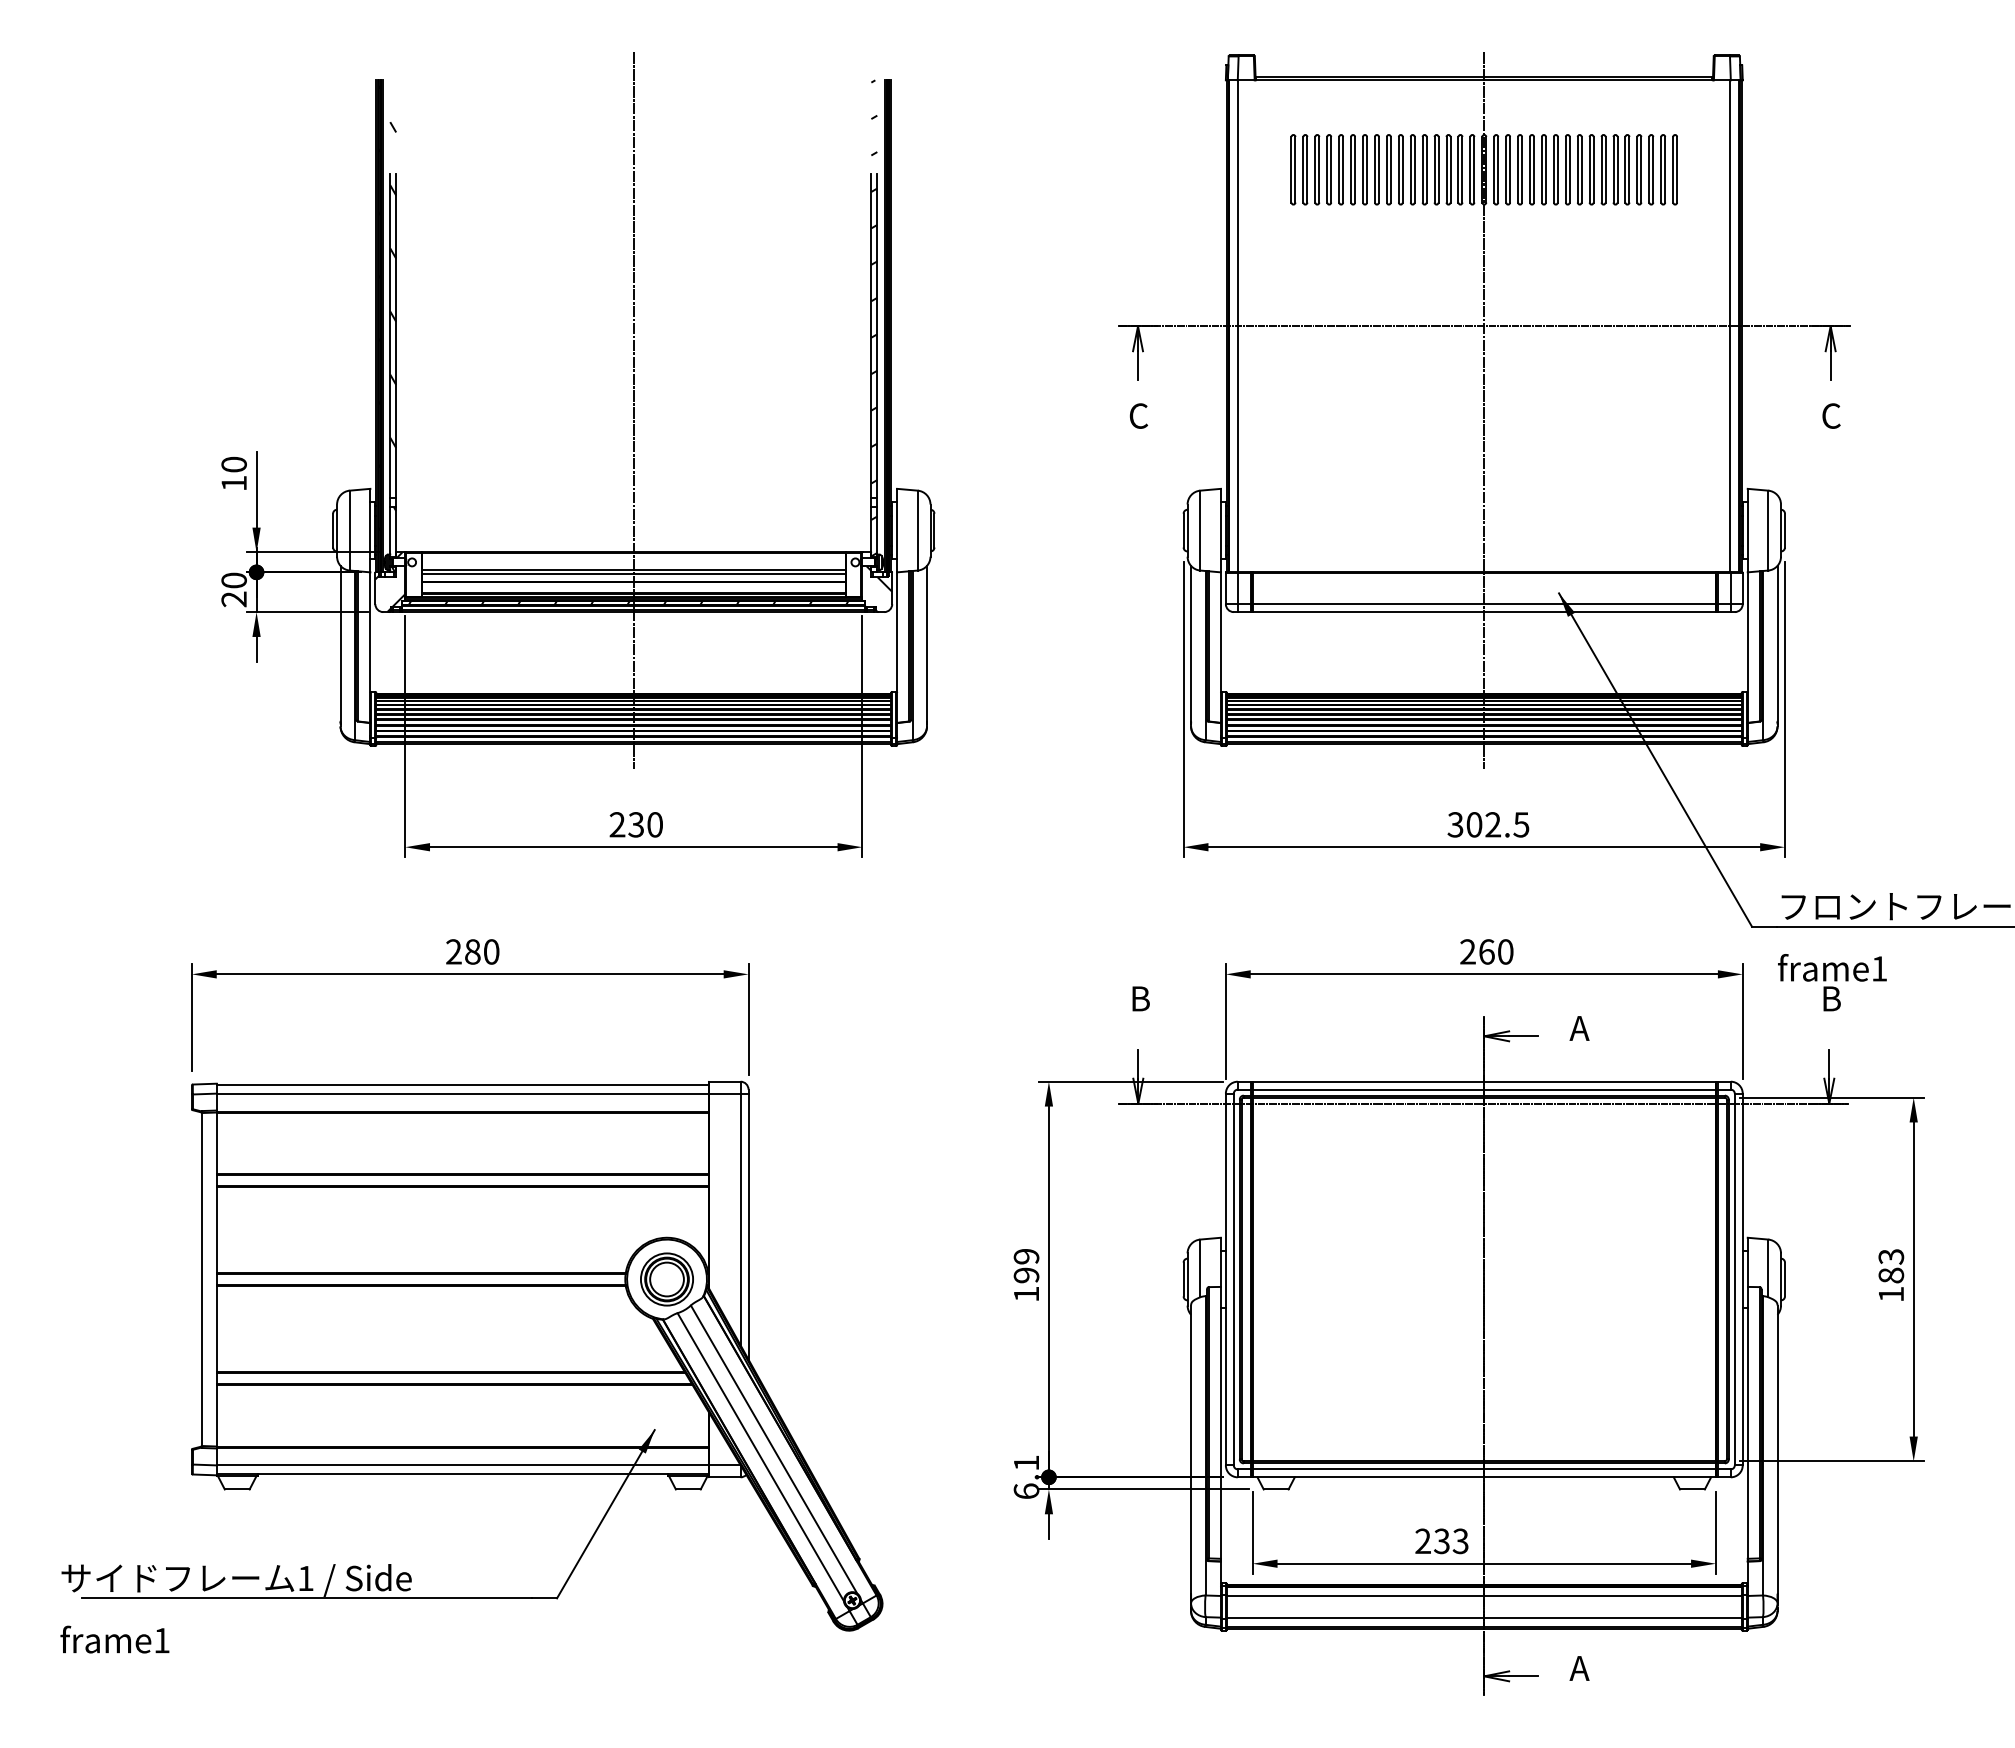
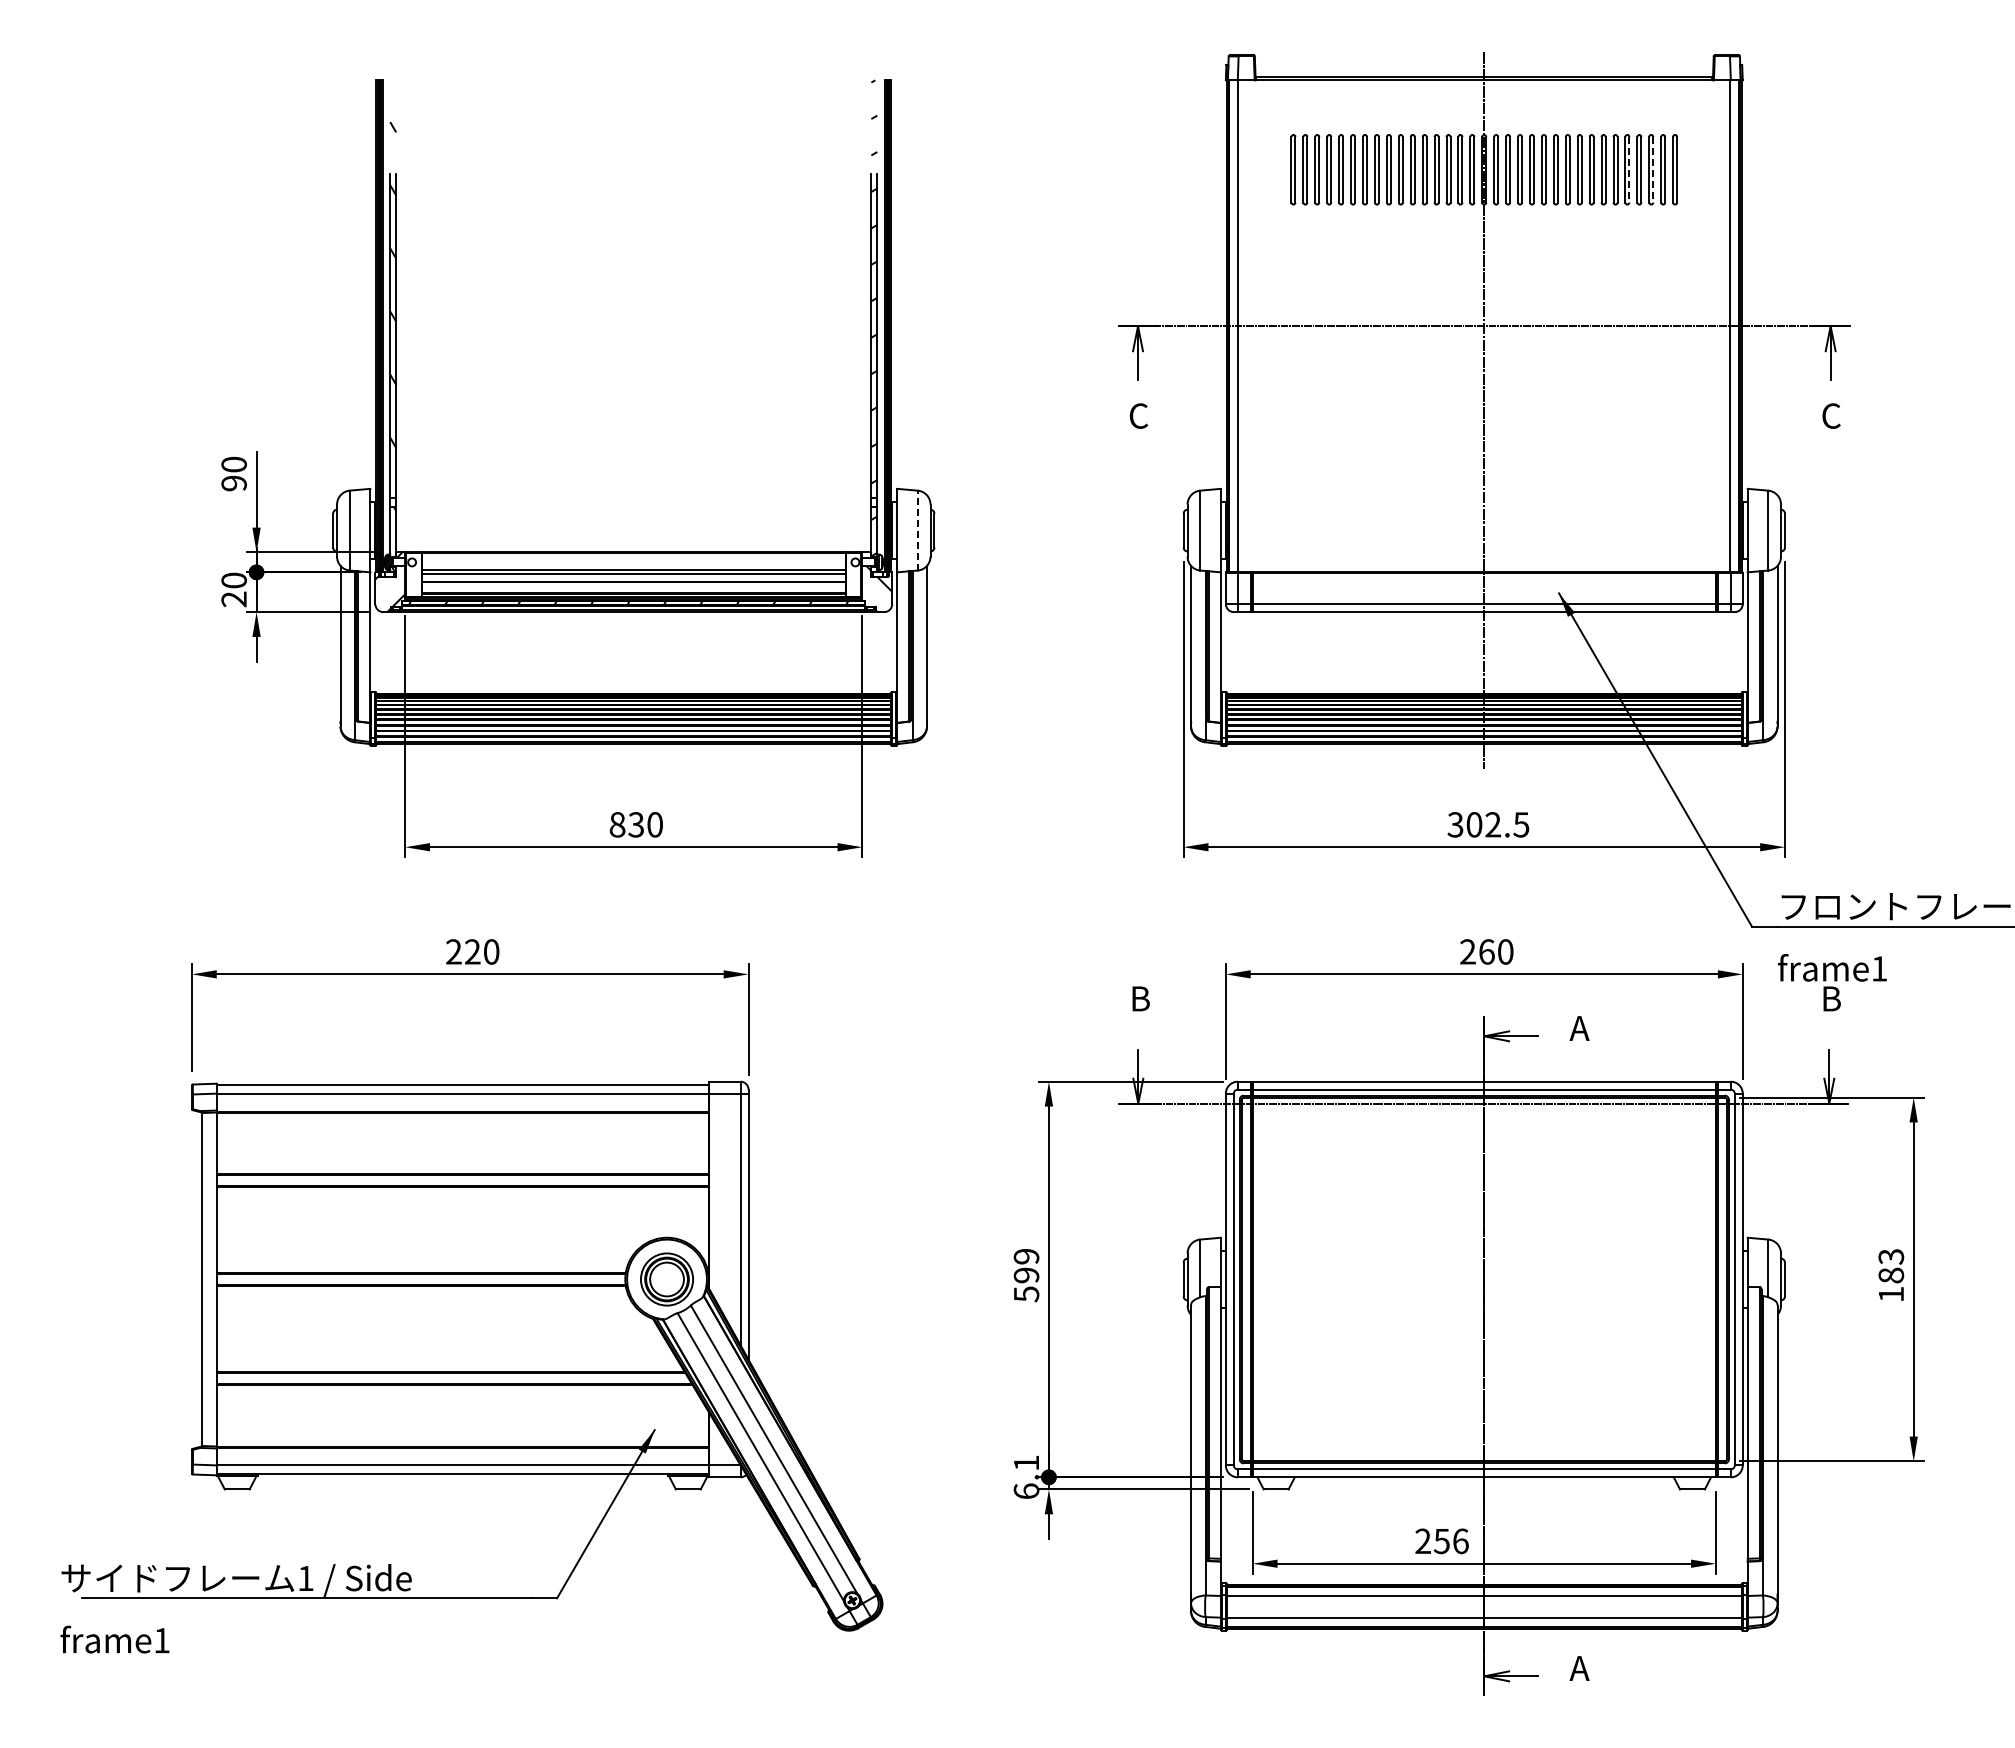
line at (1629, 169): solid -> dashed
line at (1653, 169): solid -> dashed
line at (633, 410): present -> none
text at (233, 483): 10 -> 90
line at (917, 530): solid -> dashed
text at (617, 824): 230 -> 830
text at (472, 951): 280 -> 220
text at (1026, 1294): 199 -> 599
text at (1451, 1541): 233 -> 256
